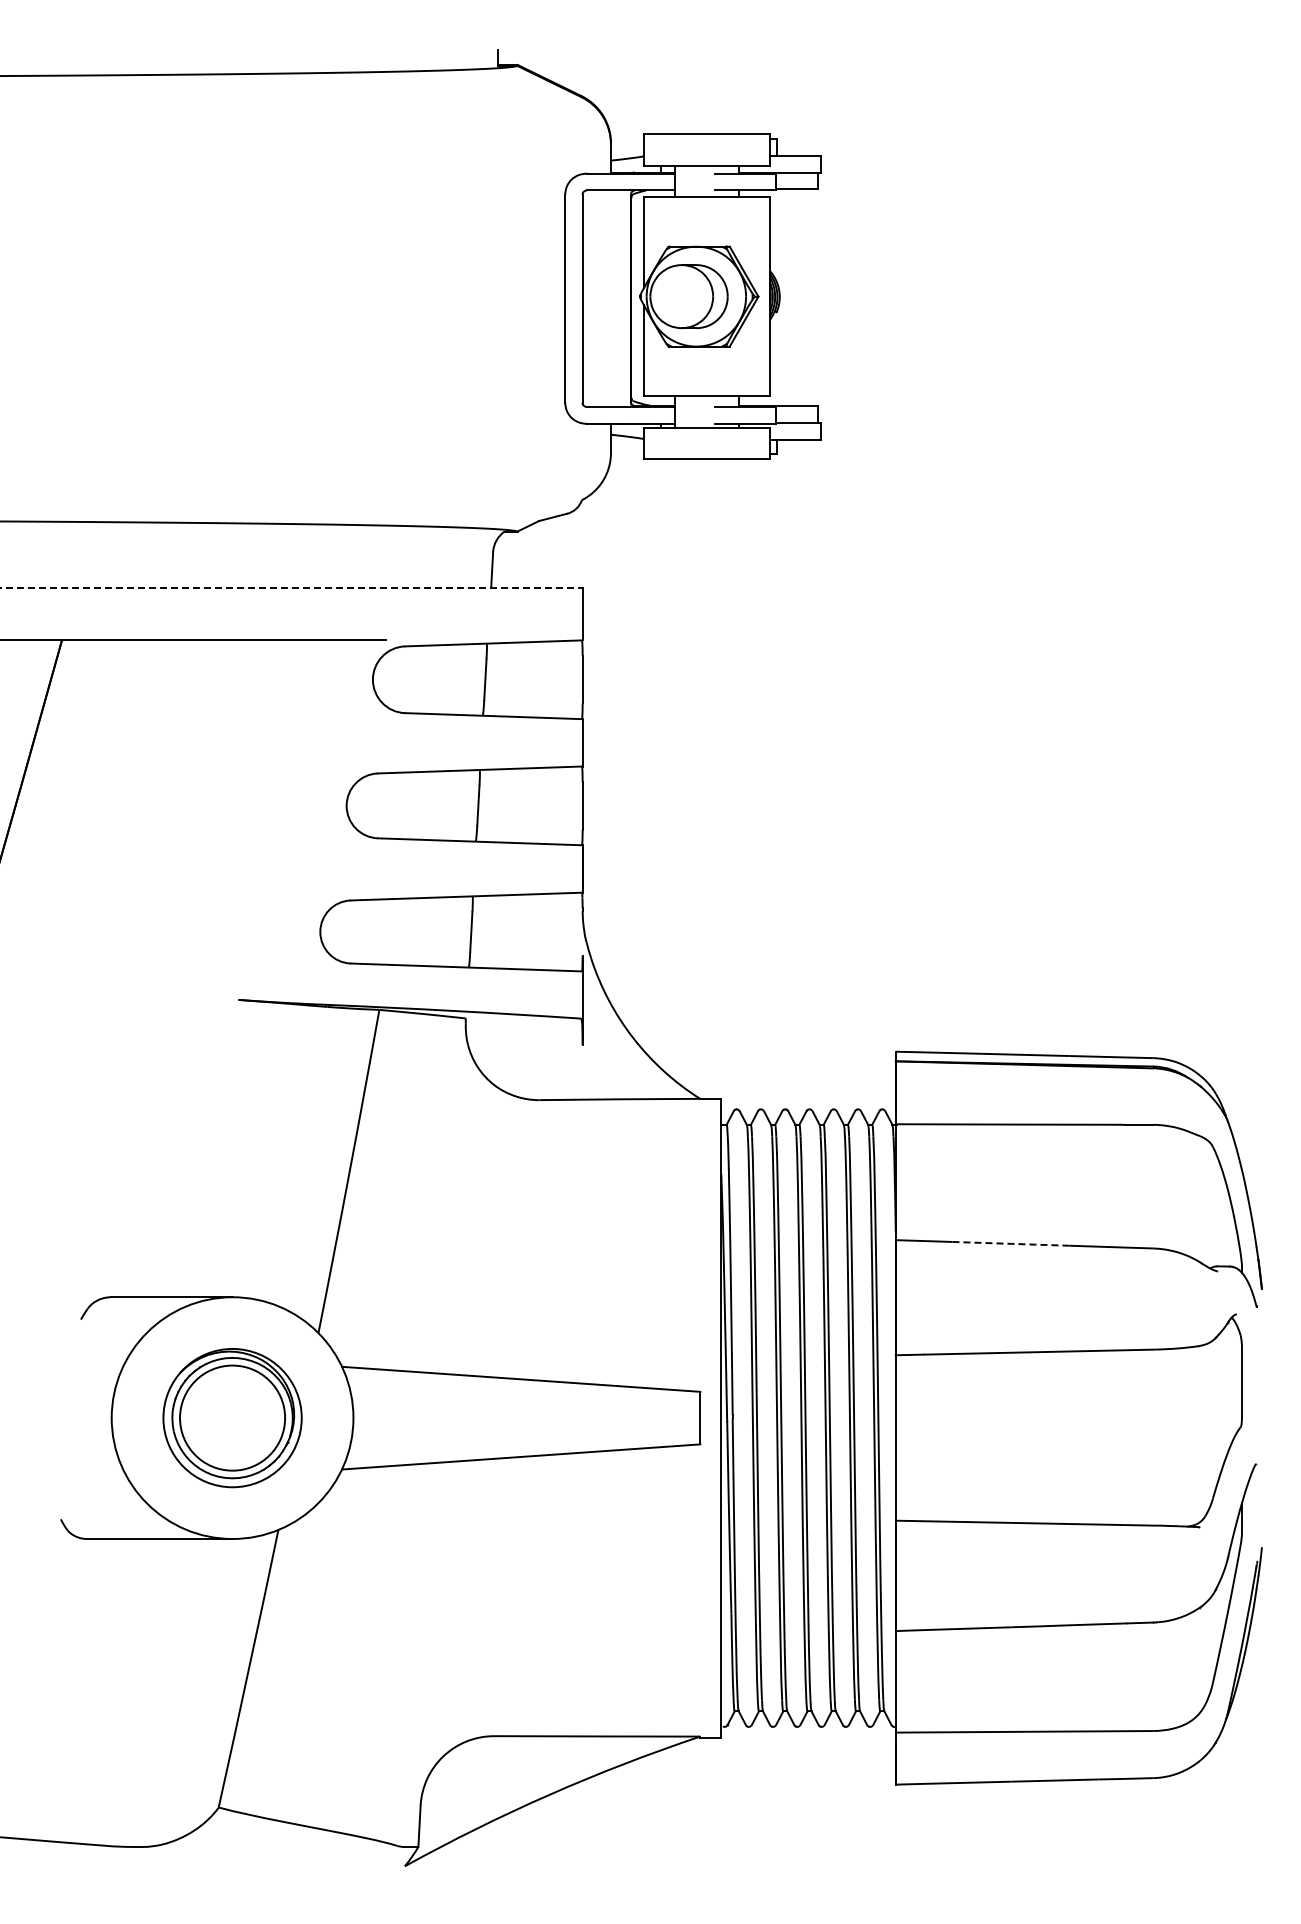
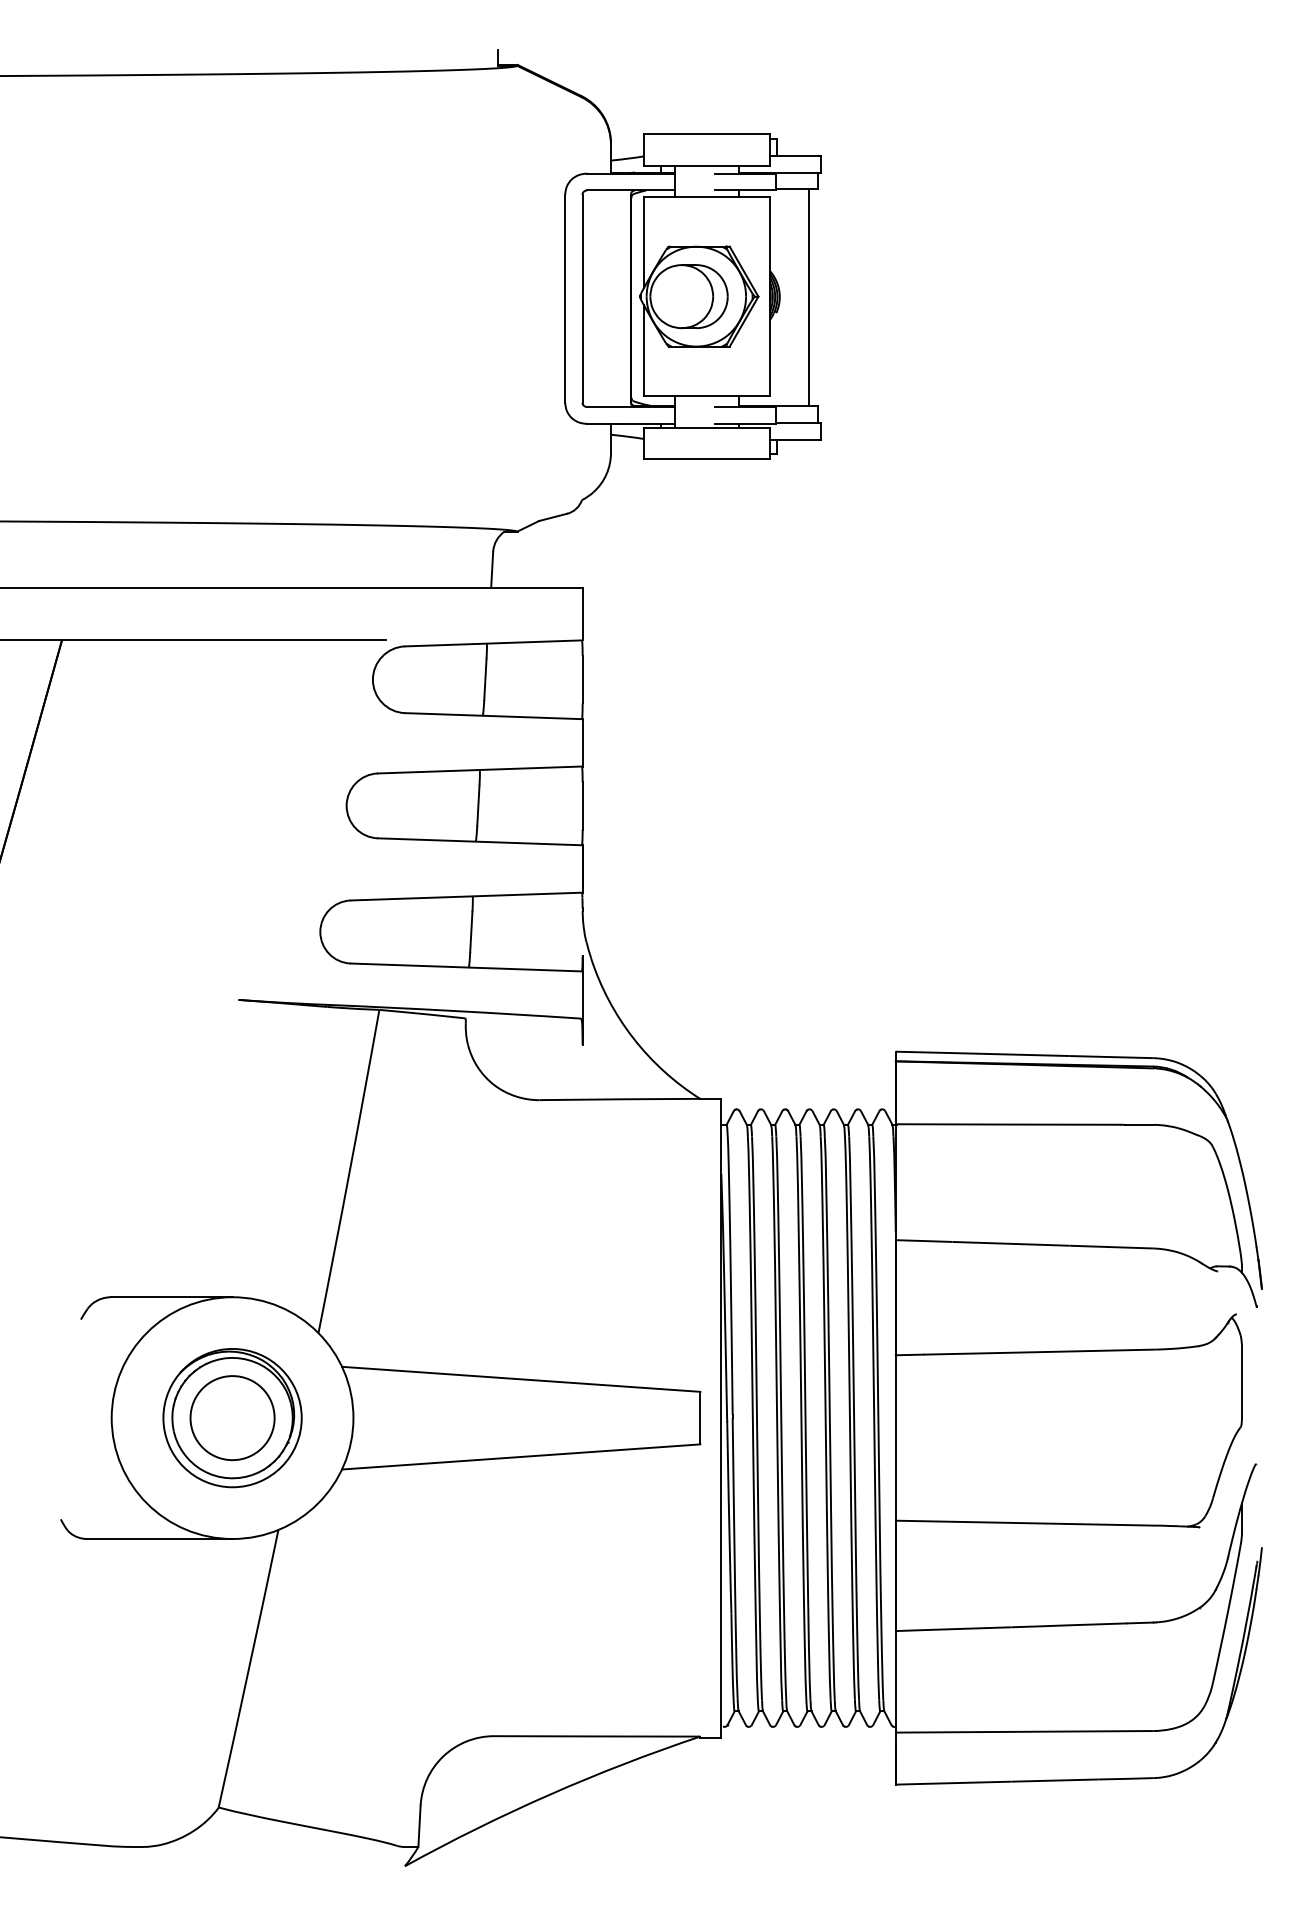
line at (809, 297): none -> present
line at (292, 587): dashed -> solid
line at (1011, 1243): dashed -> solid
circle at (232, 1417) diameter: 105 px -> 84 px
